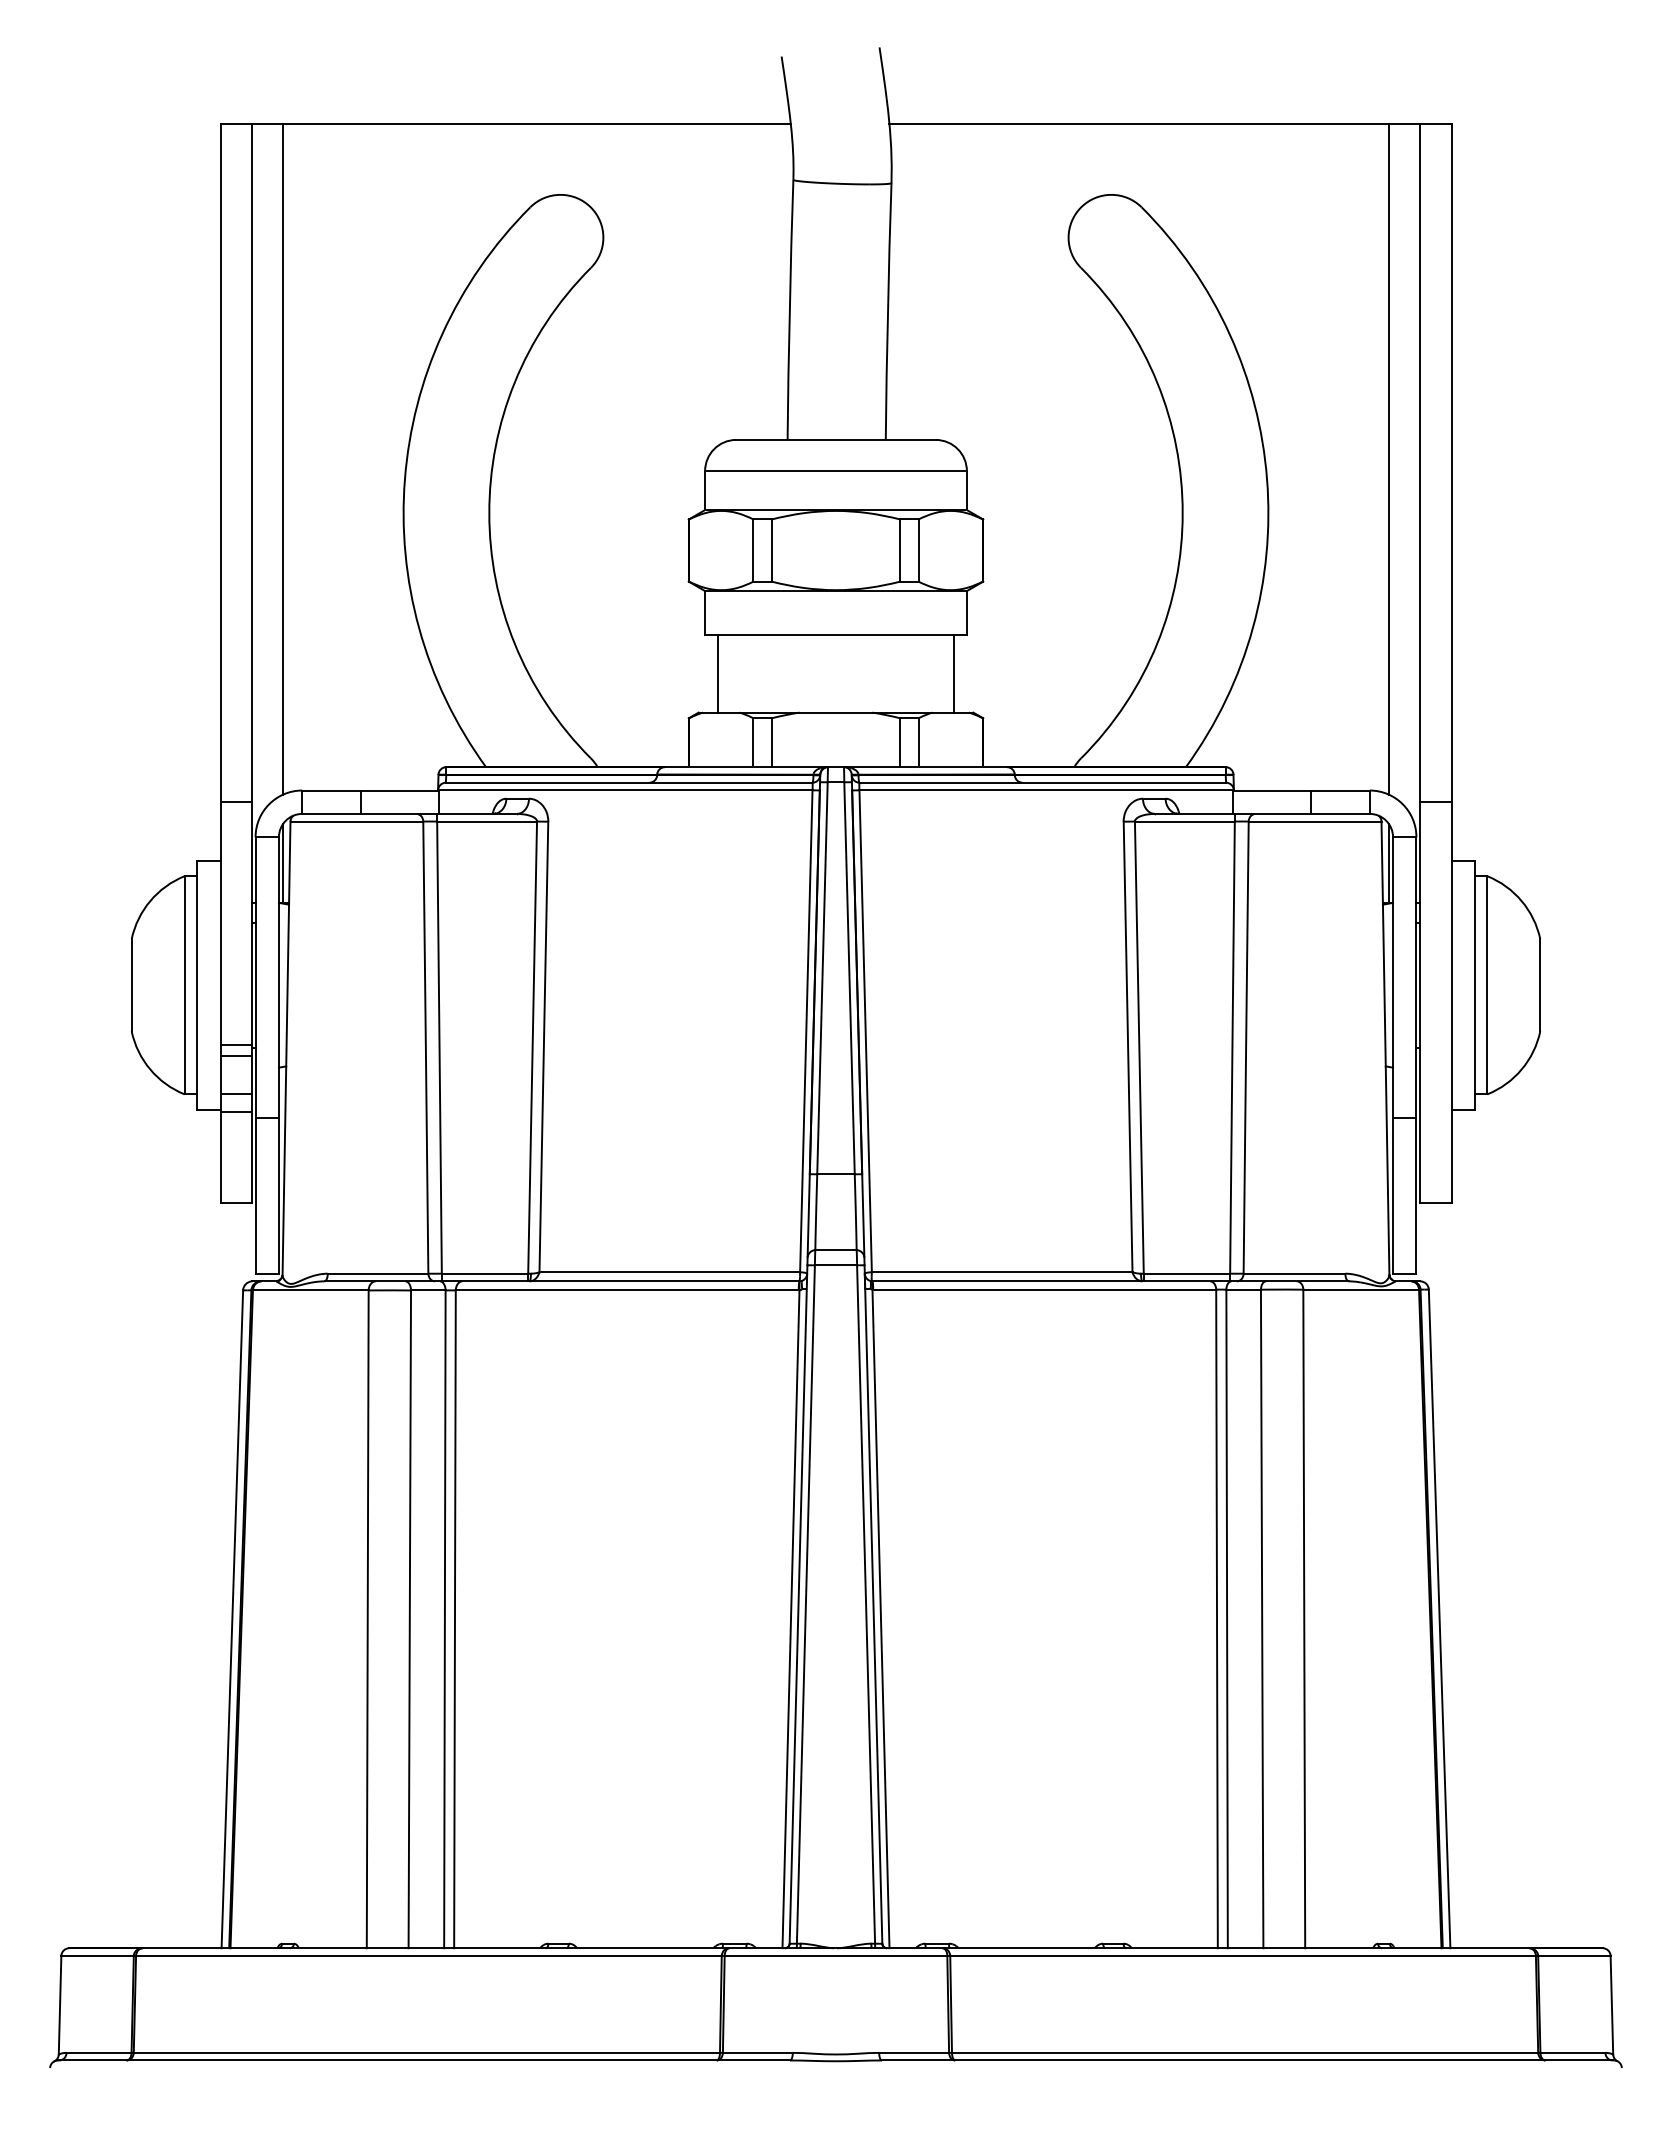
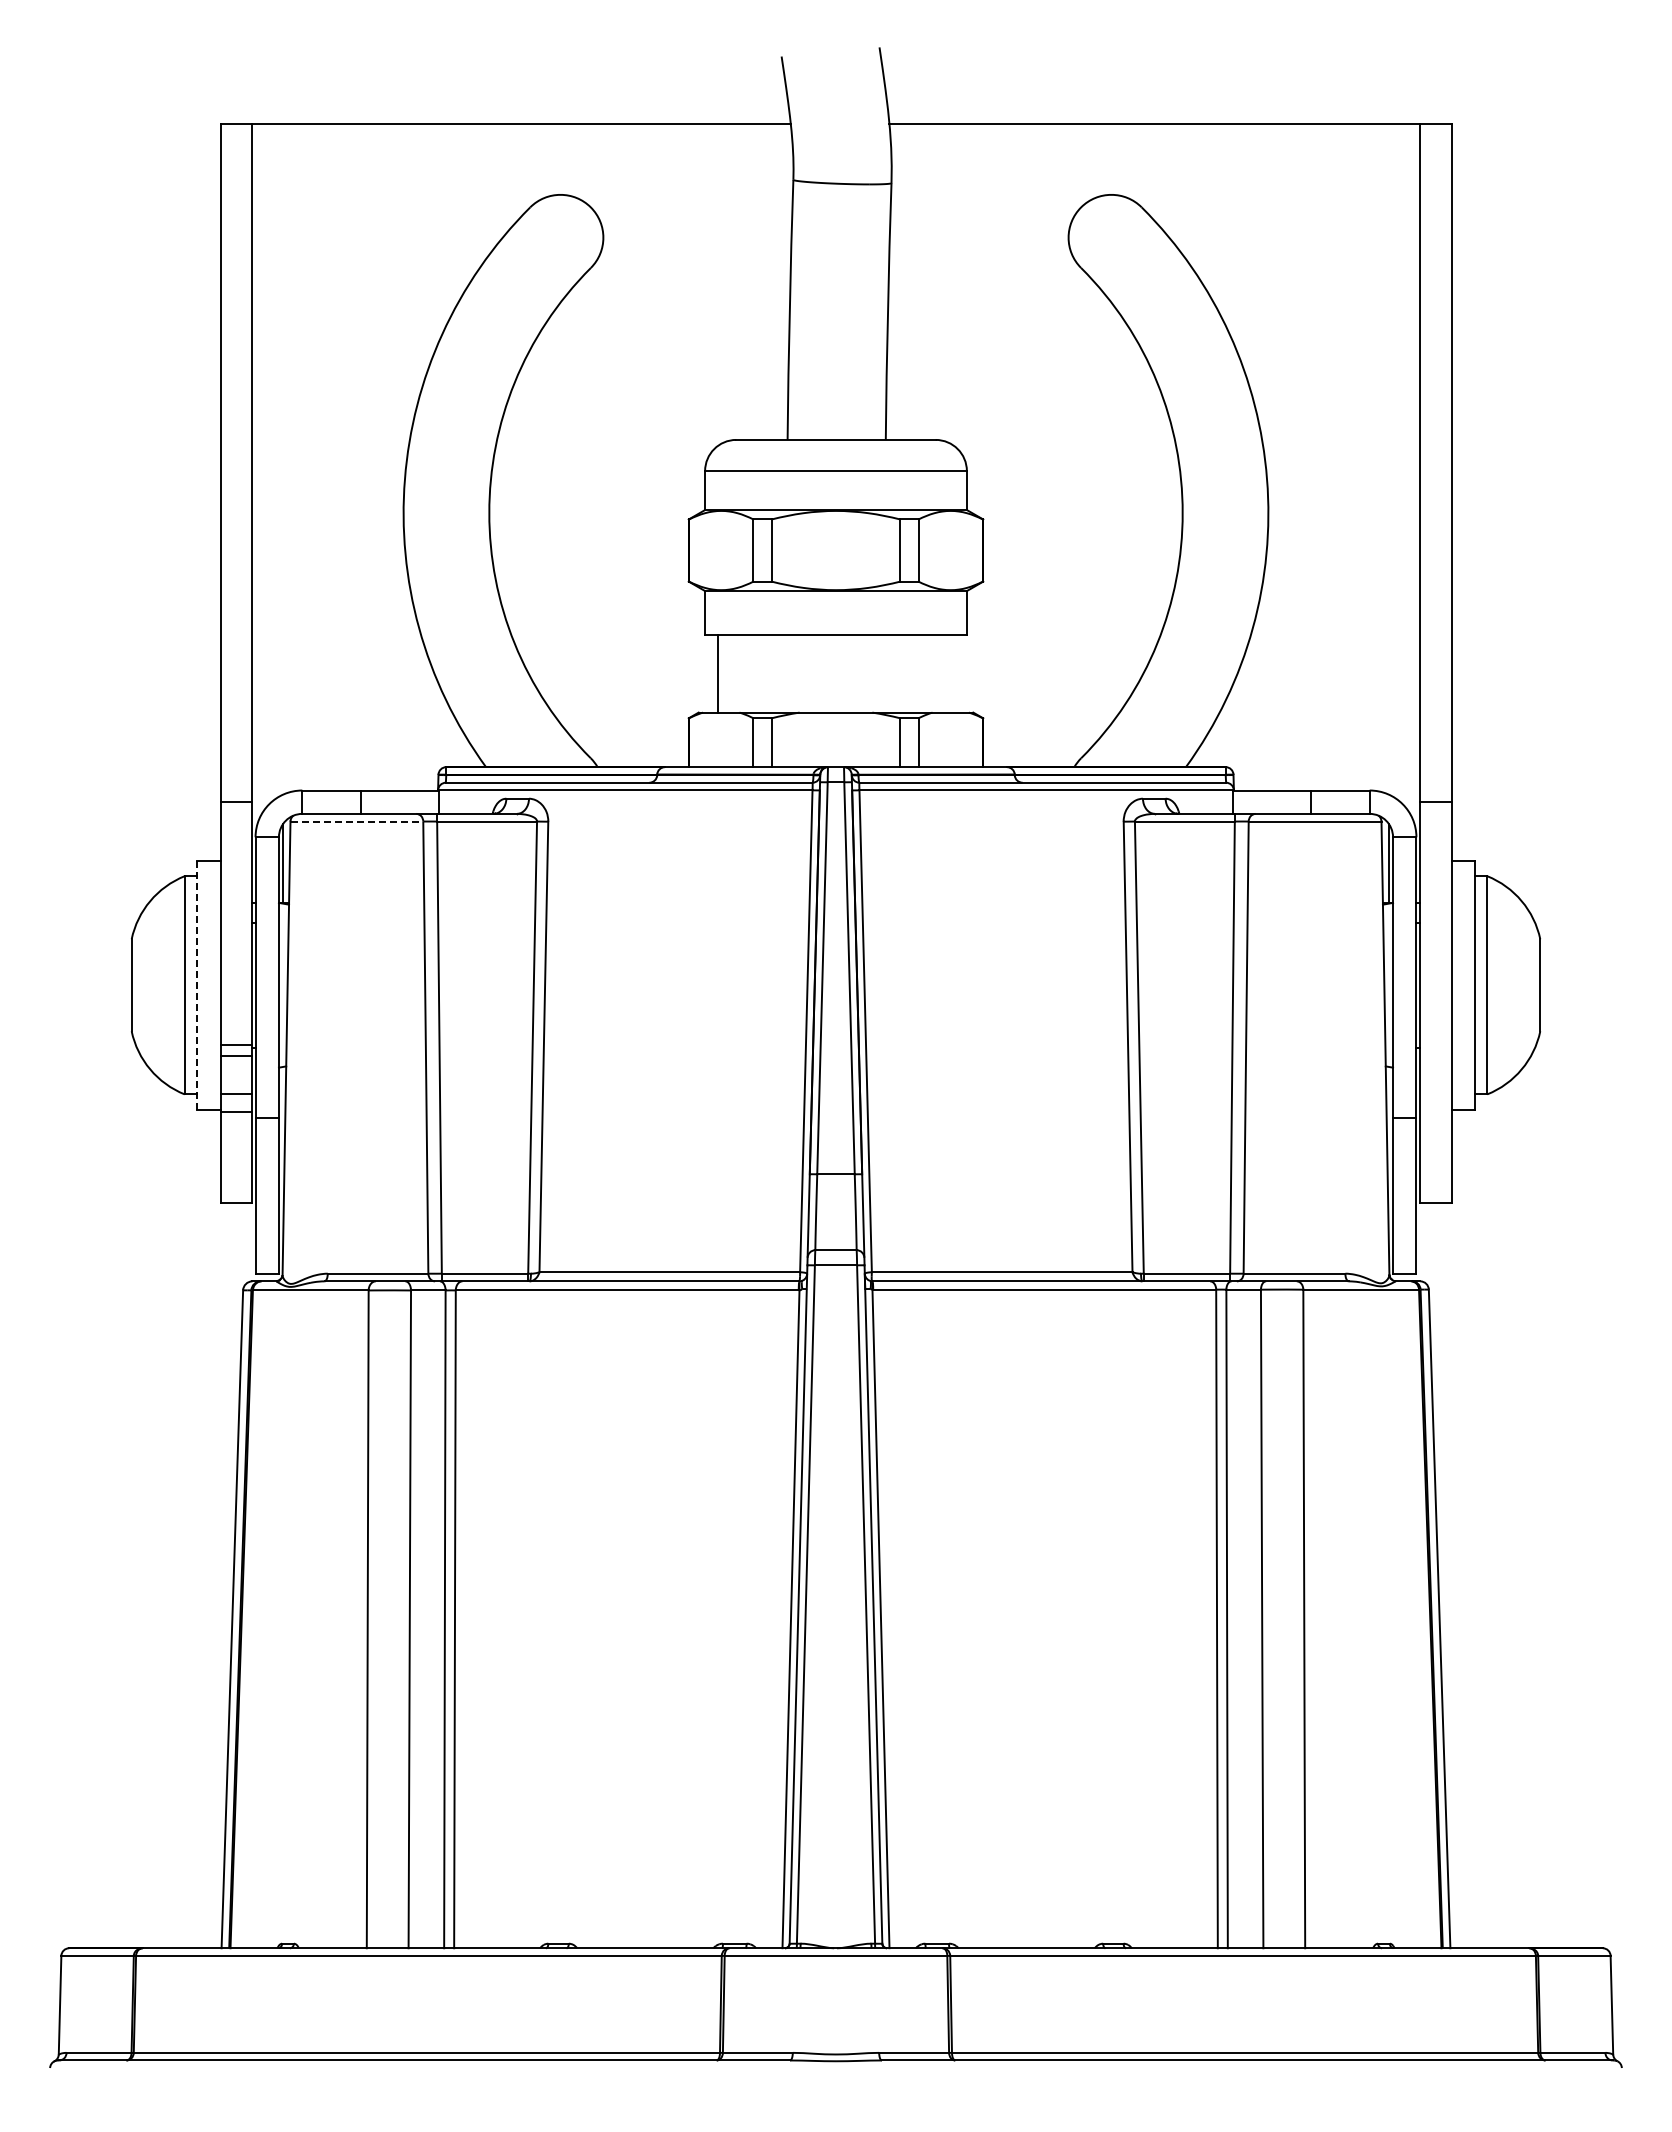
line at (282, 458): present -> none
line at (1389, 458): present -> none
line at (954, 673): present -> none
line at (357, 821): solid -> dashed
line at (197, 985): solid -> dashed
